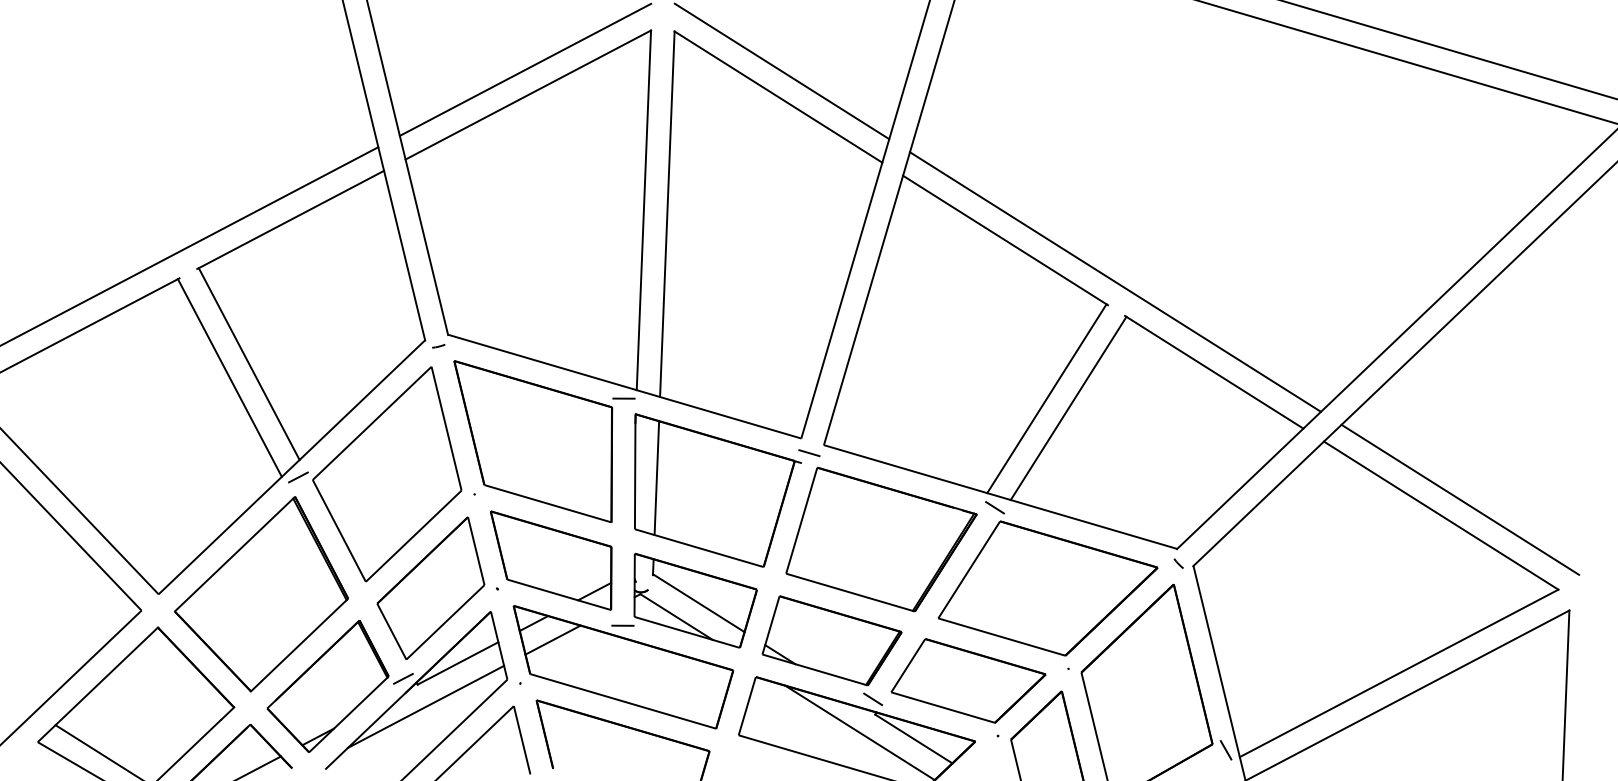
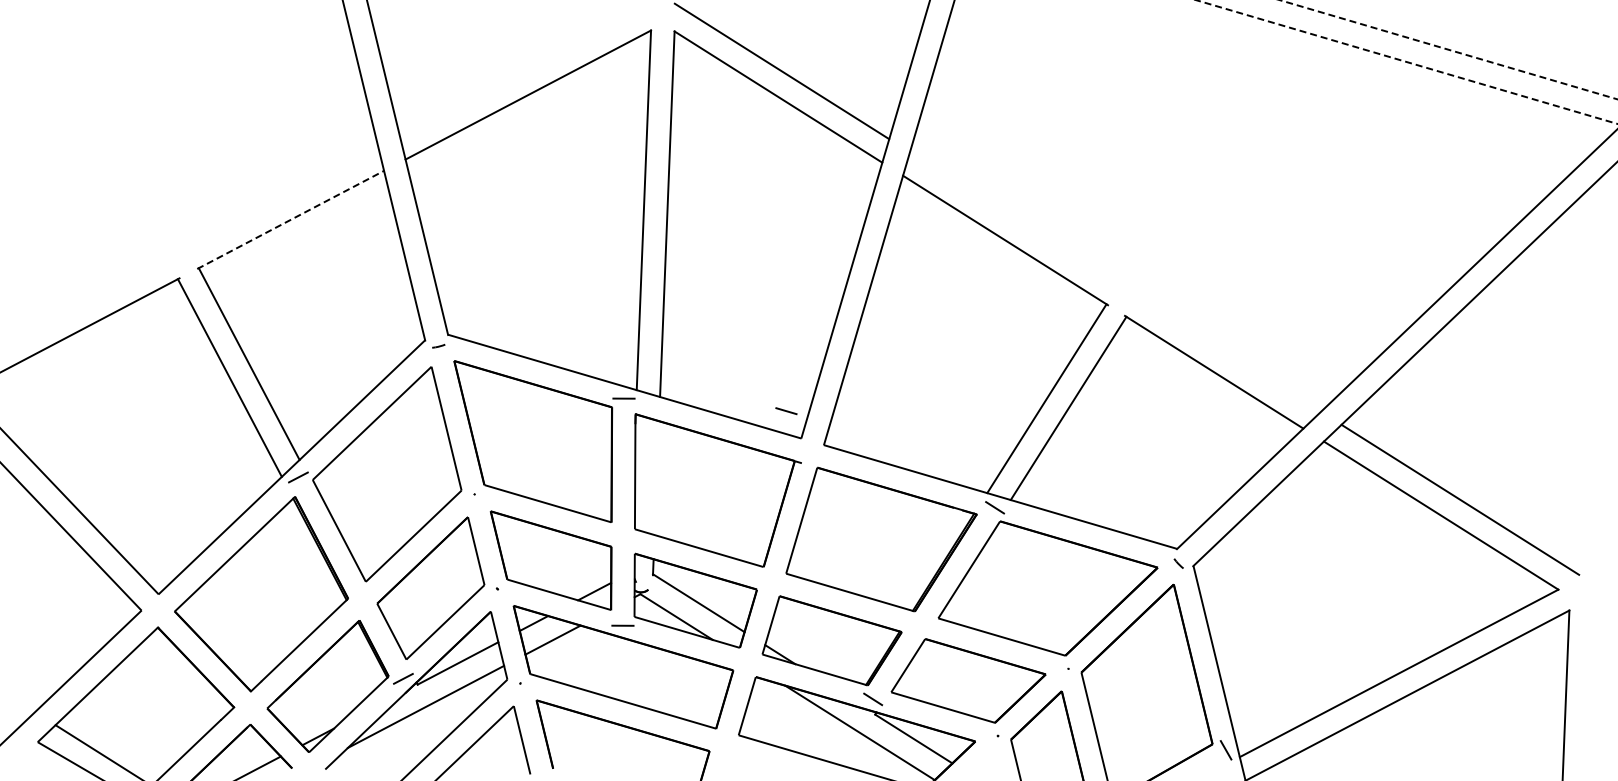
line at (1448, 49): solid -> dashed
line at (1406, 62): solid -> dashed
line at (525, 69): present -> none
line at (290, 219): solid -> dashed
line at (190, 246): present -> none
line at (1115, 281): present -> none
line at (809, 453) position: (809, 453) -> (786, 411)
line at (656, 478): present -> none
